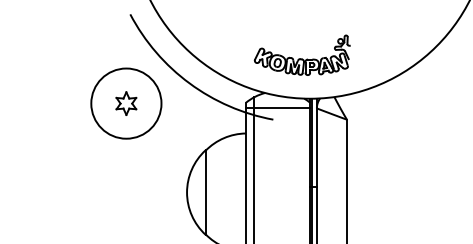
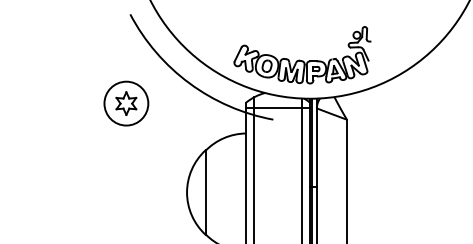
part at (301, 54) size: 98x42 px -> 139x59 px
circle at (126, 103) diameter: 70 px -> 44 px
line at (301, 169): none -> present
